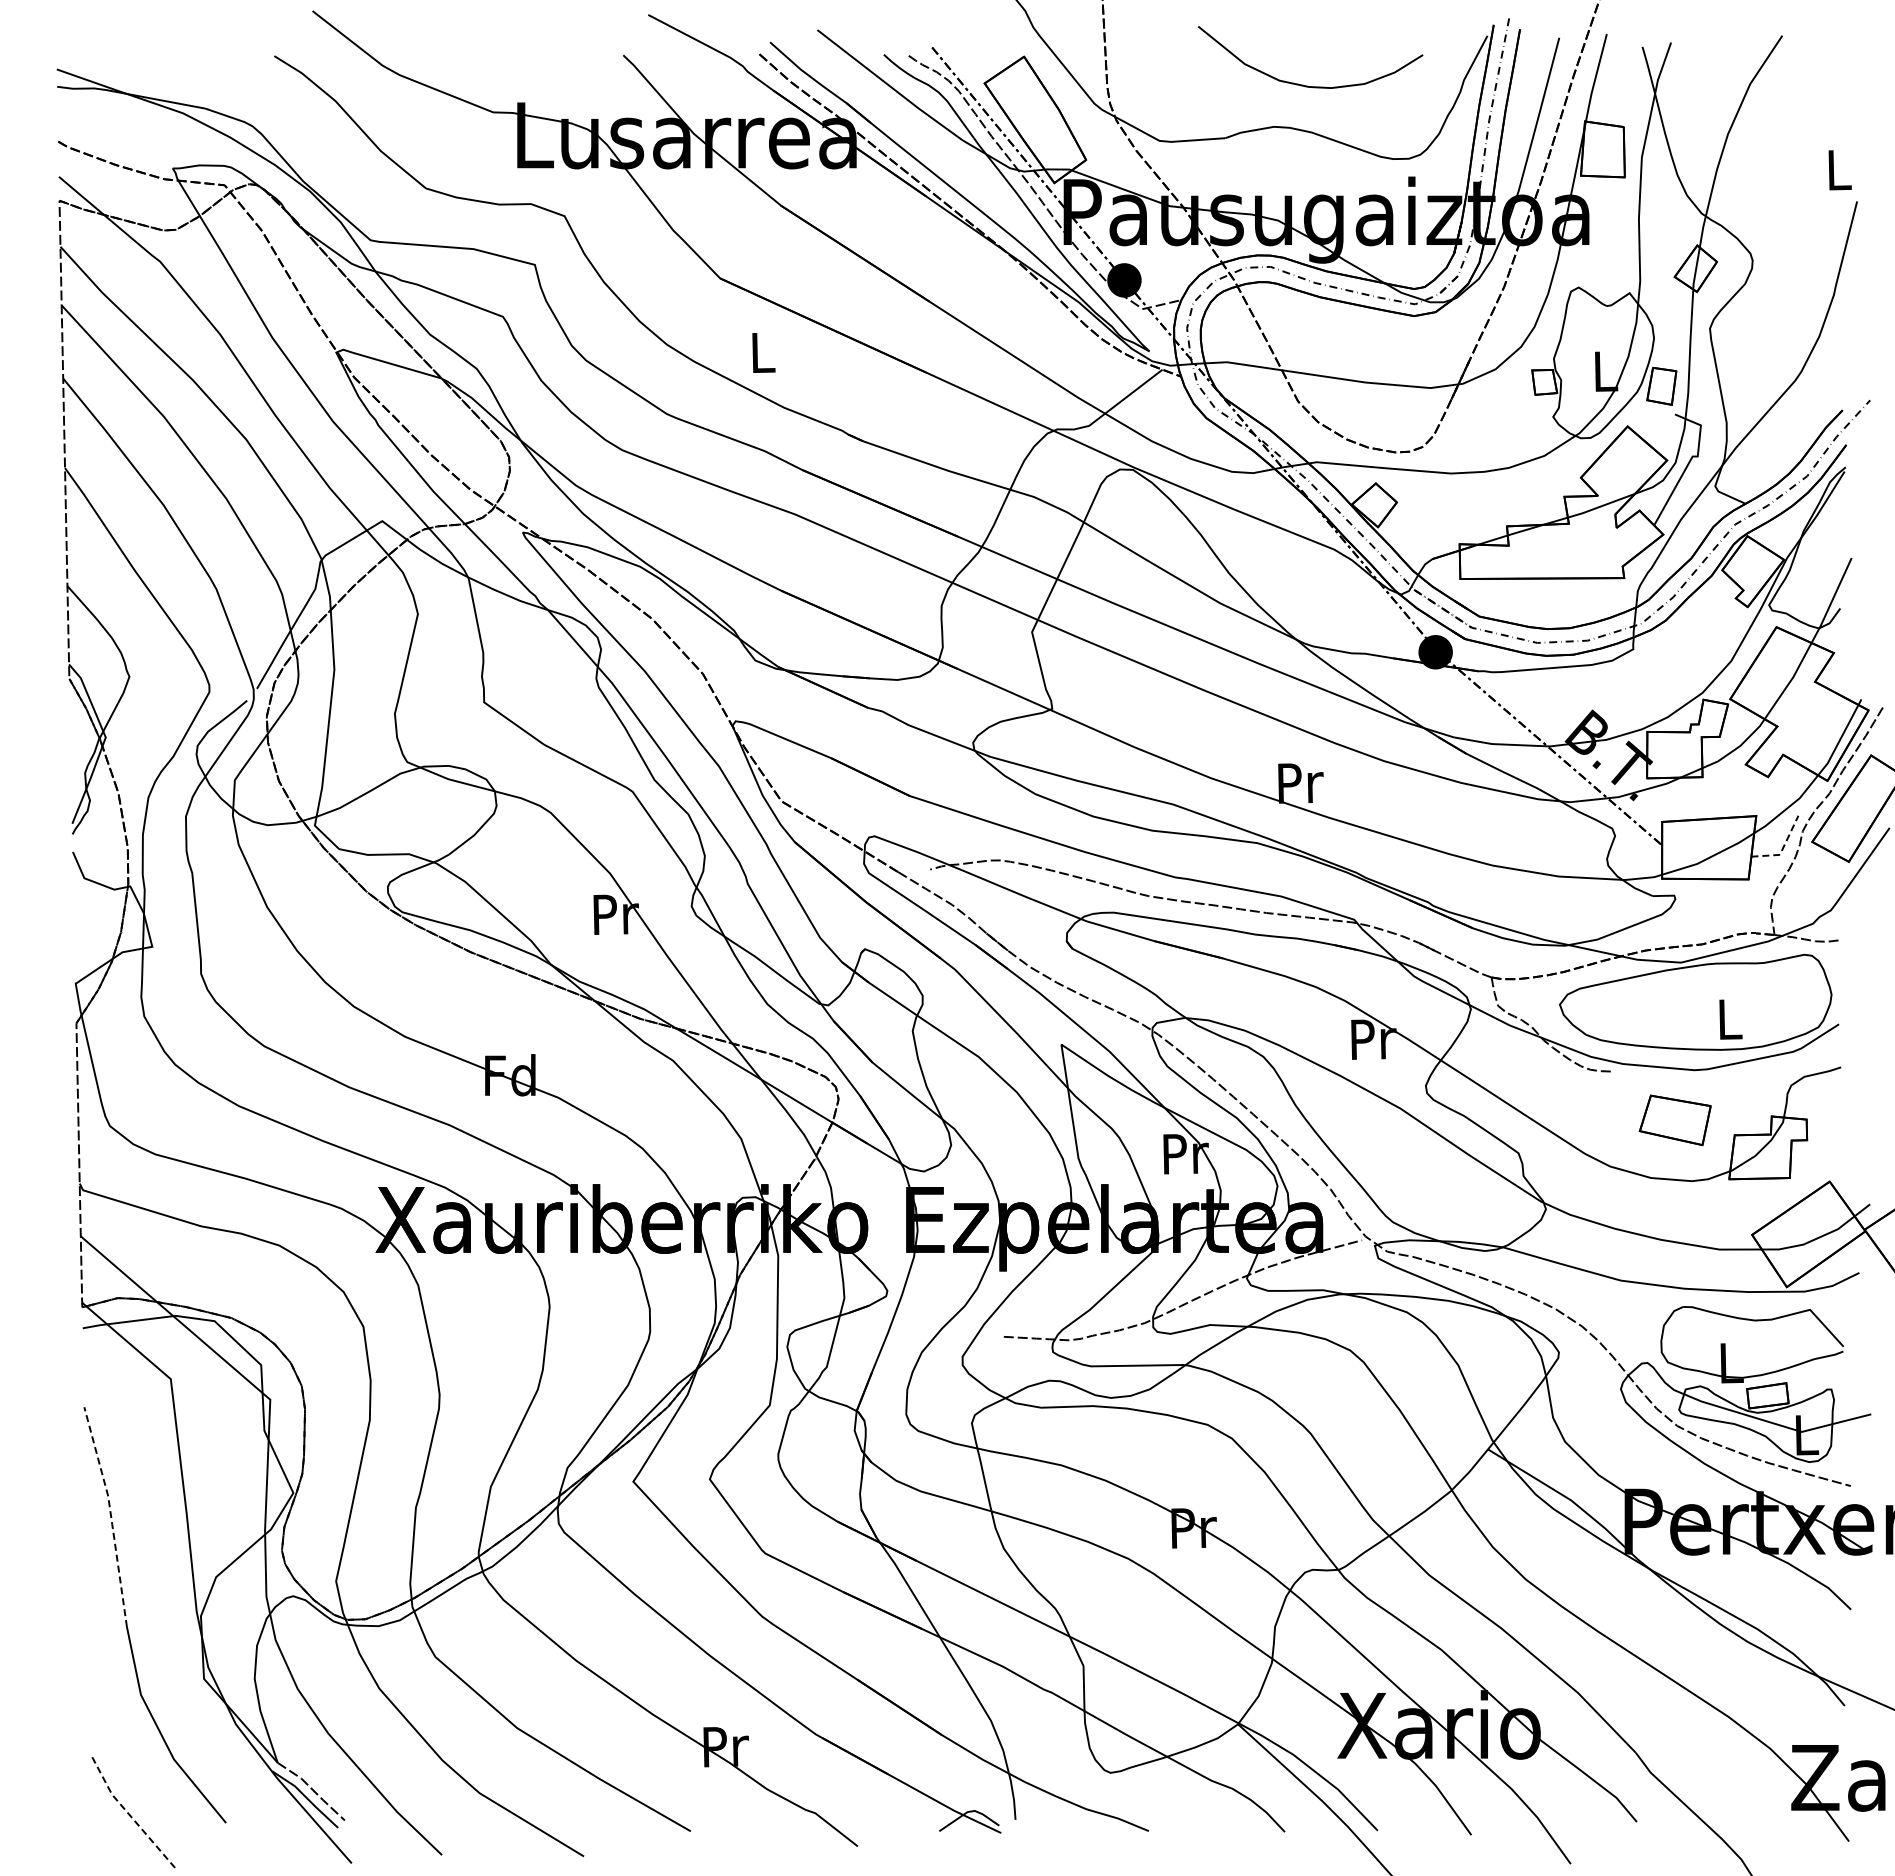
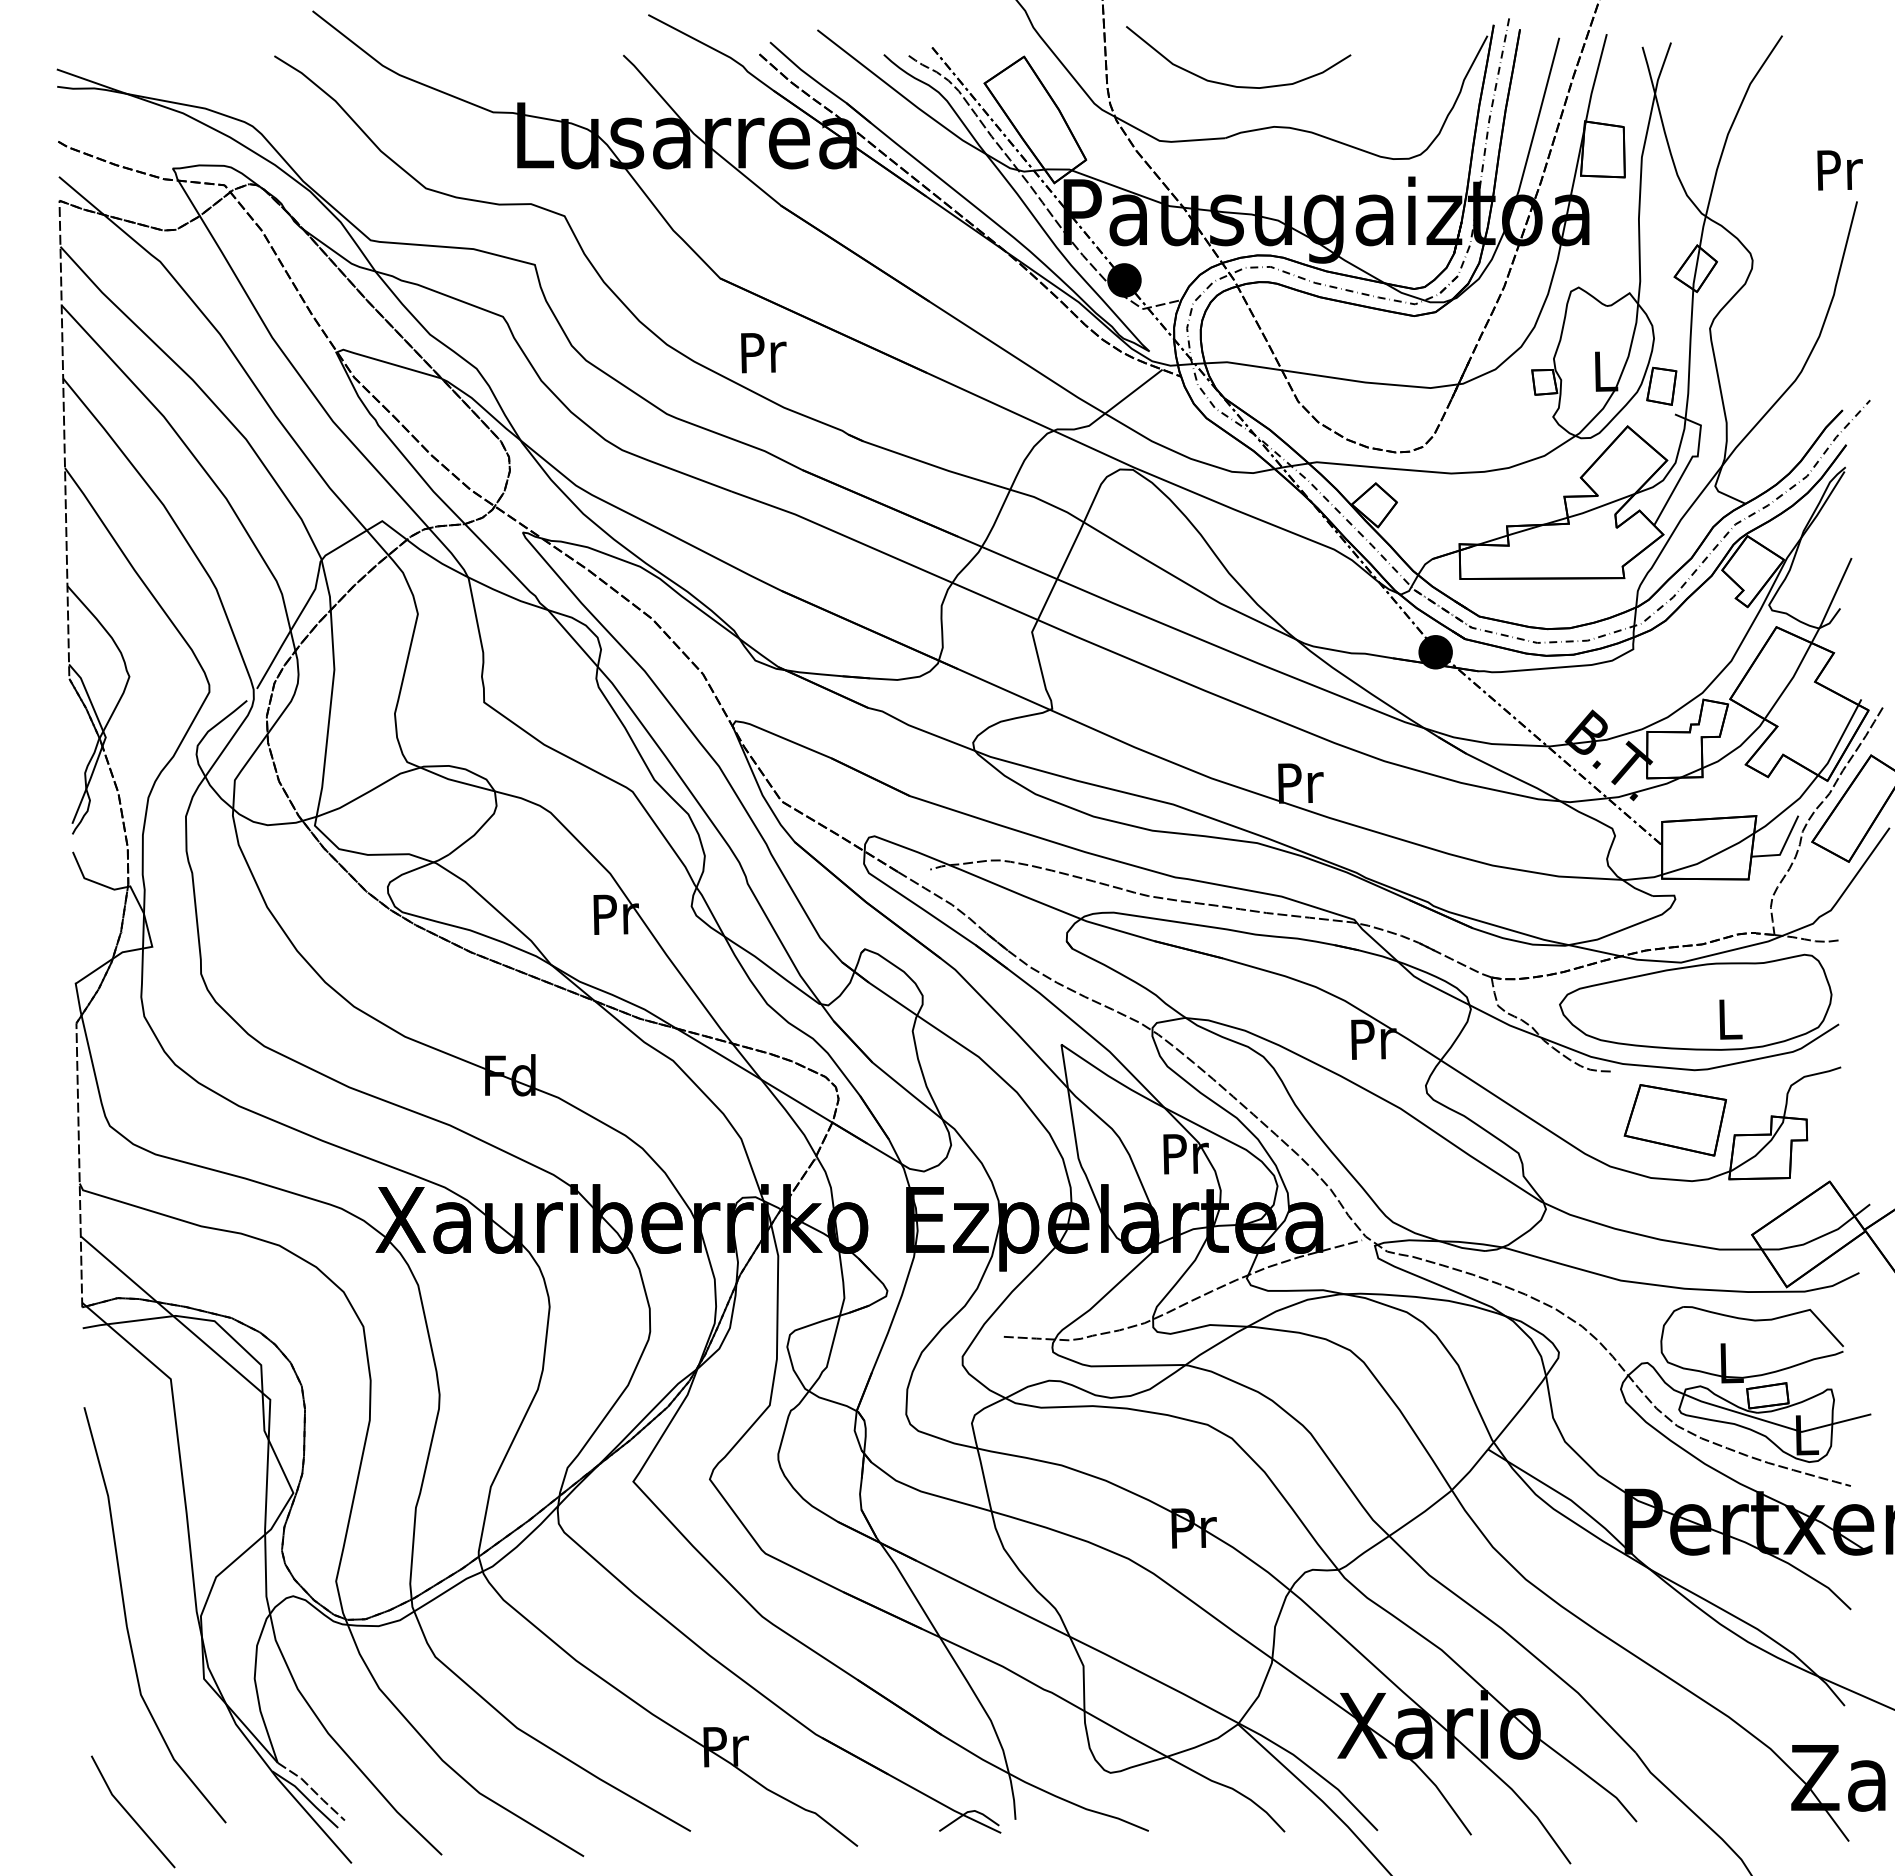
curve at (1303, 84) position: (1303, 84) -> (1231, 84)
text at (1839, 170): L -> Pr
text at (763, 353): L -> Pr
line at (1782, 848): dashed -> solid
part at (1674, 1120) size: 74x53 px -> 104x73 px
line at (110, 1514): dashed -> solid
line at (129, 1814): dashed -> solid
